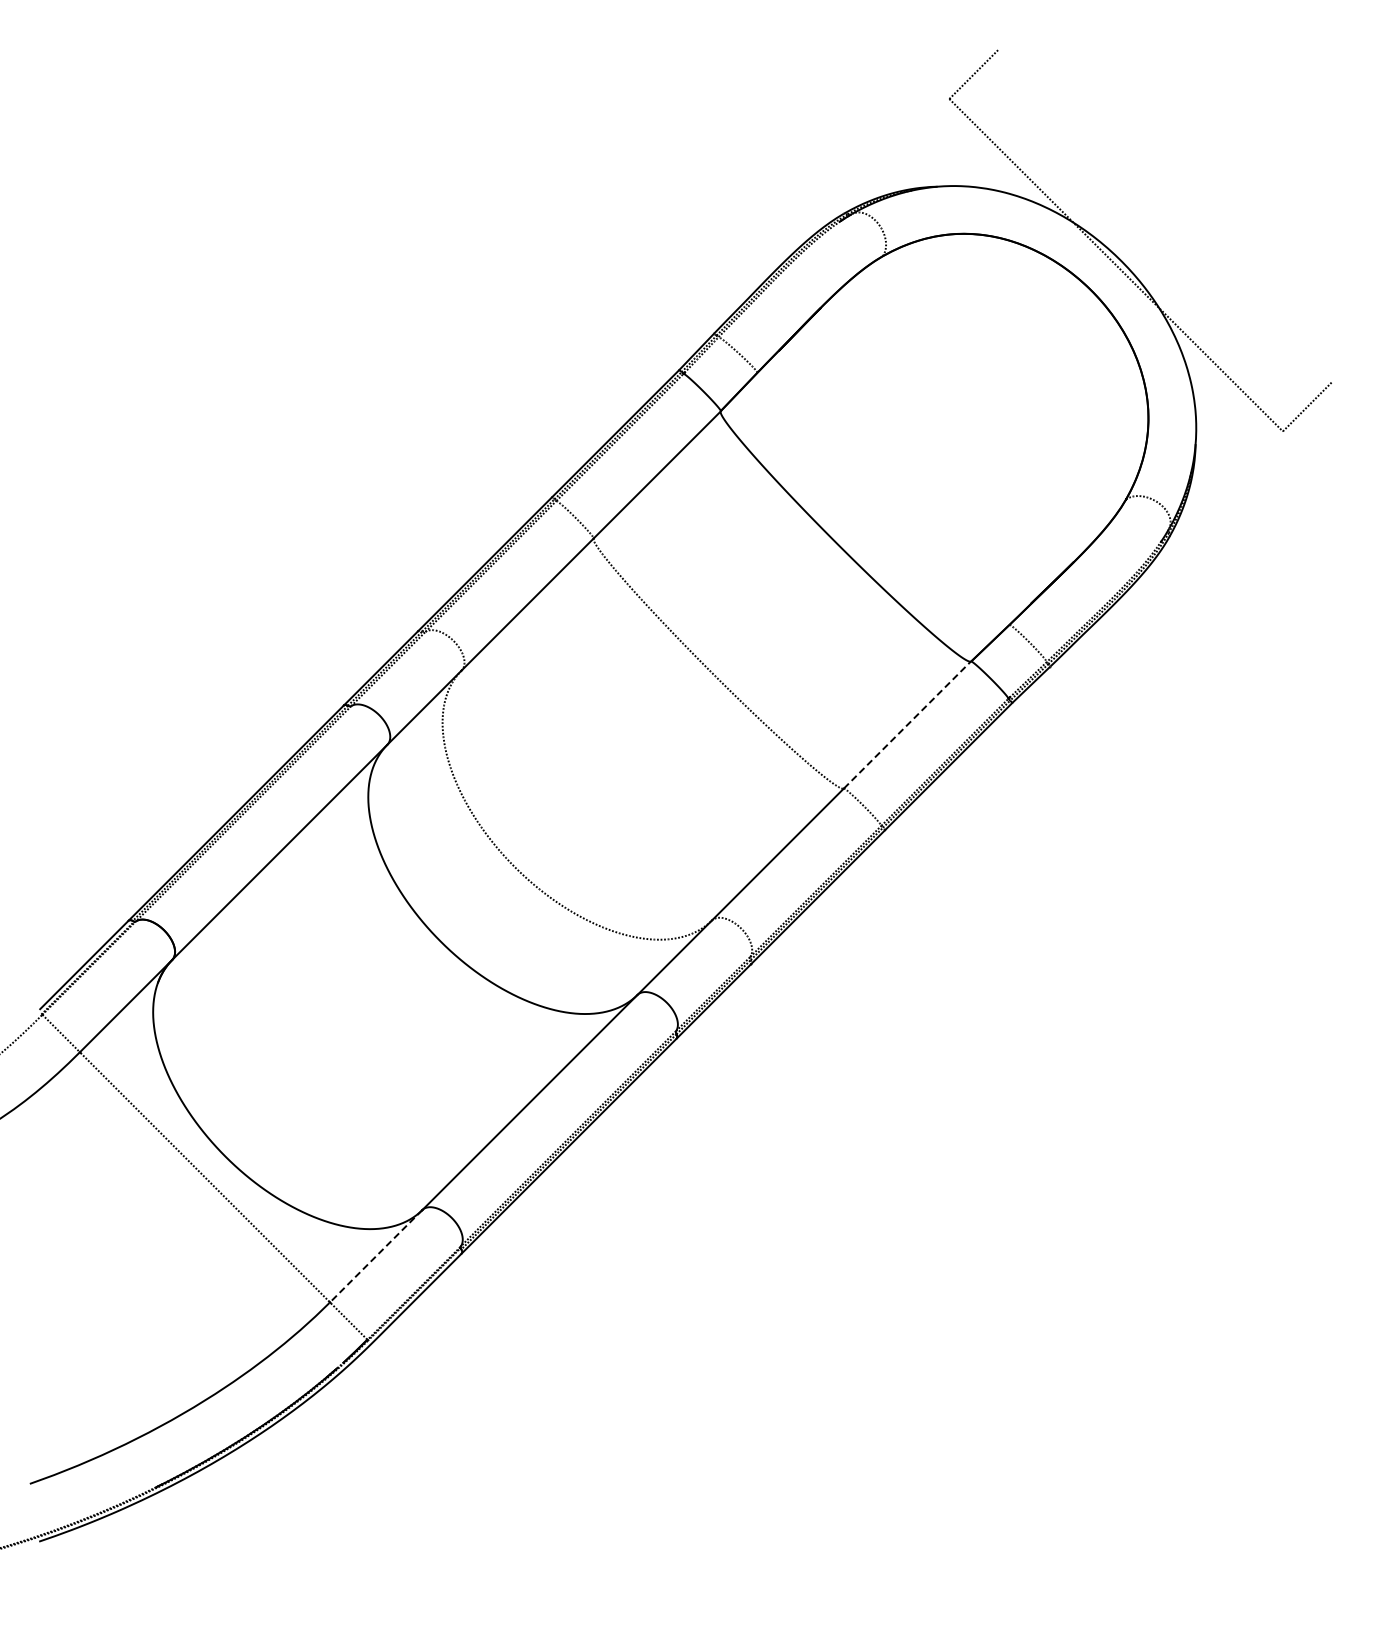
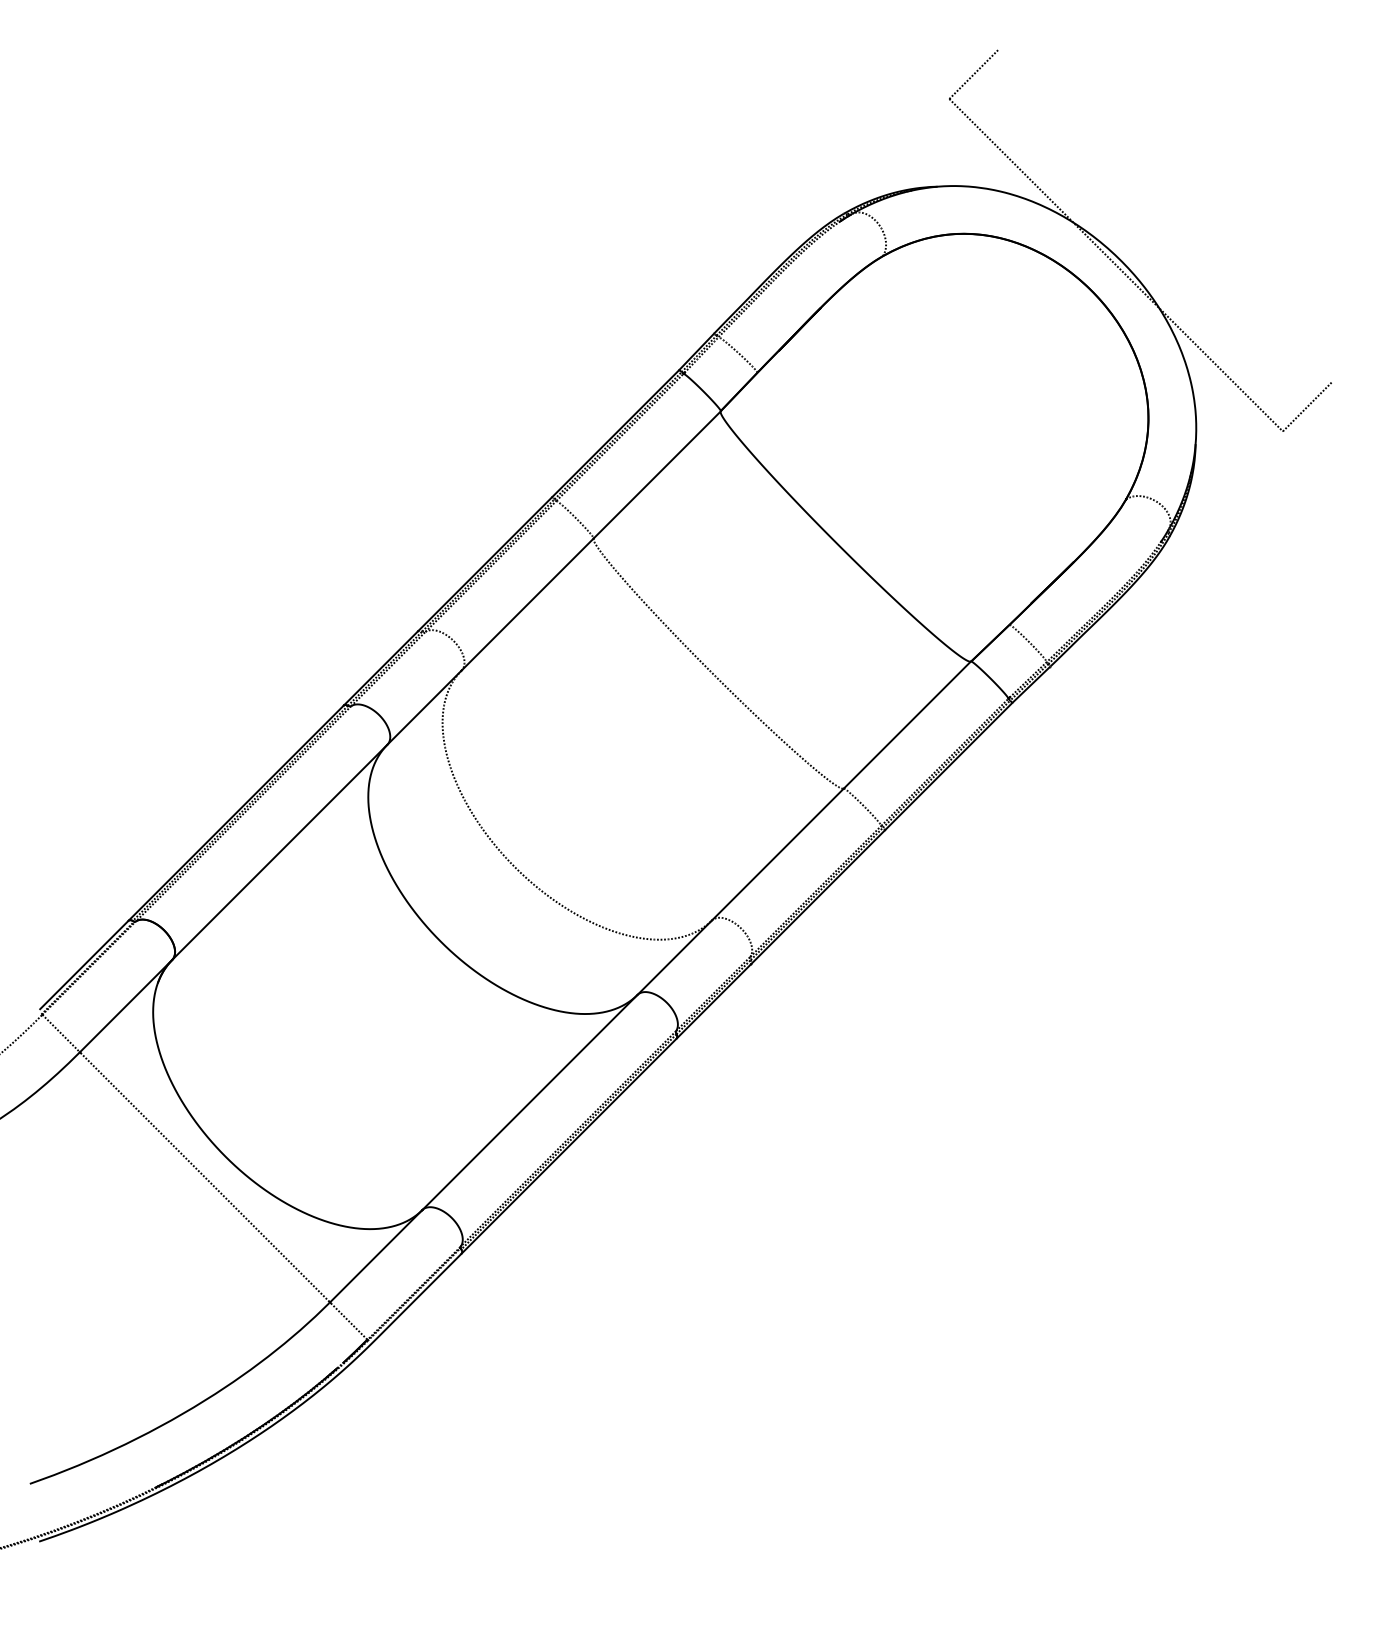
line at (907, 725): dashed -> solid
line at (375, 1256): dashed -> solid
